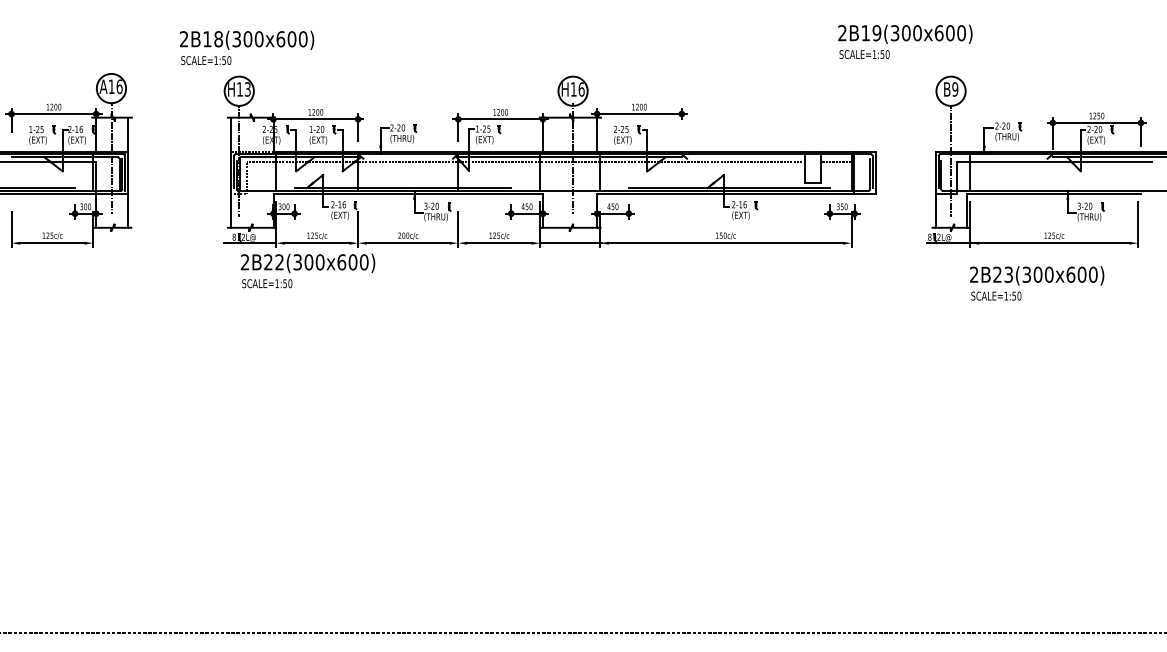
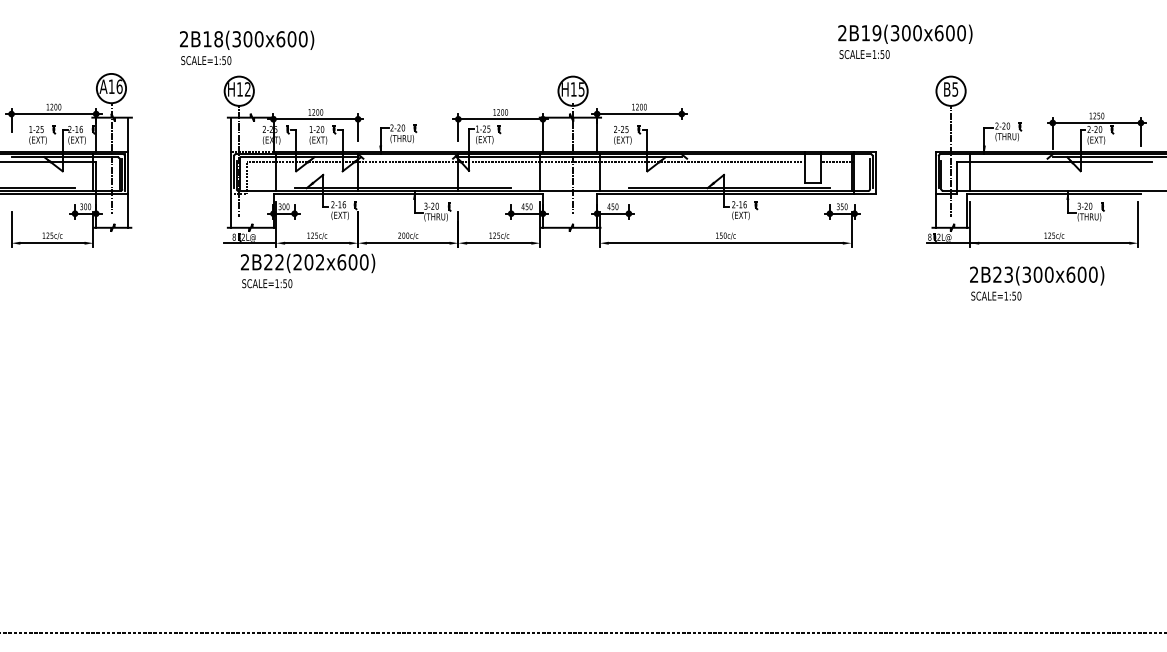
text at (247, 89): H13 -> H12
text at (581, 89): H16 -> H15
text at (955, 89): B9 -> B5
line at (570, 243): present -> none
text at (308, 262): 2B22(300x600) -> 2B22(202x600)
